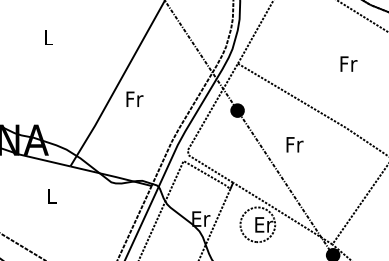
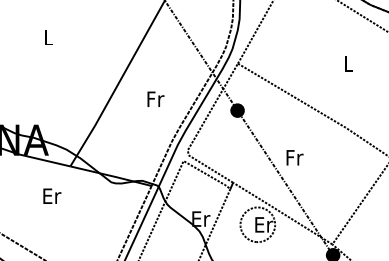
text at (348, 63): Fr -> L
text at (134, 98) position: (134, 98) -> (155, 98)
text at (294, 144) position: (294, 144) -> (294, 157)
text at (52, 195): L -> Er
